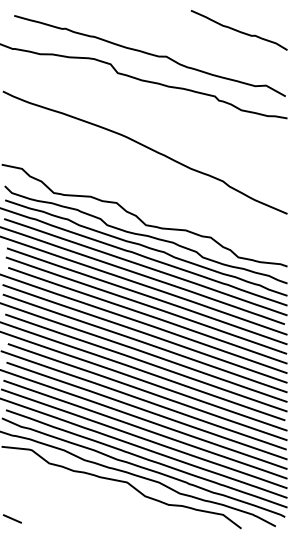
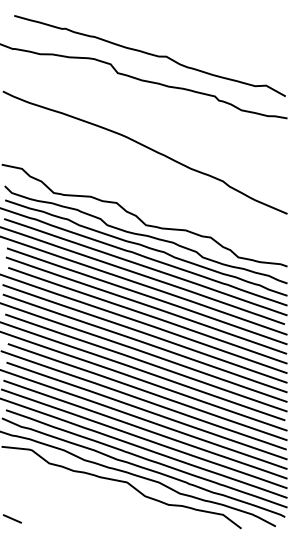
curve at (238, 30): present -> none
